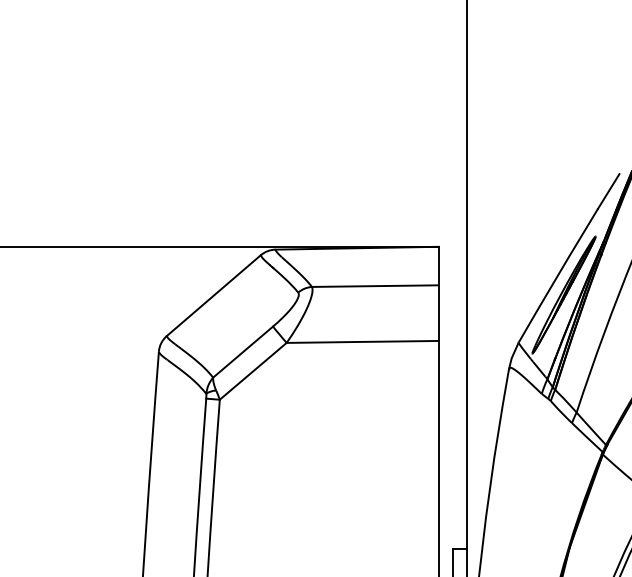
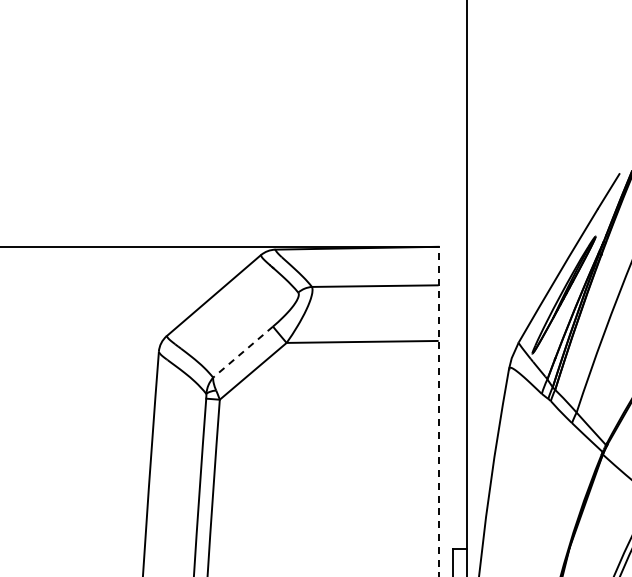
line at (242, 352): solid -> dashed
line at (438, 411): solid -> dashed
